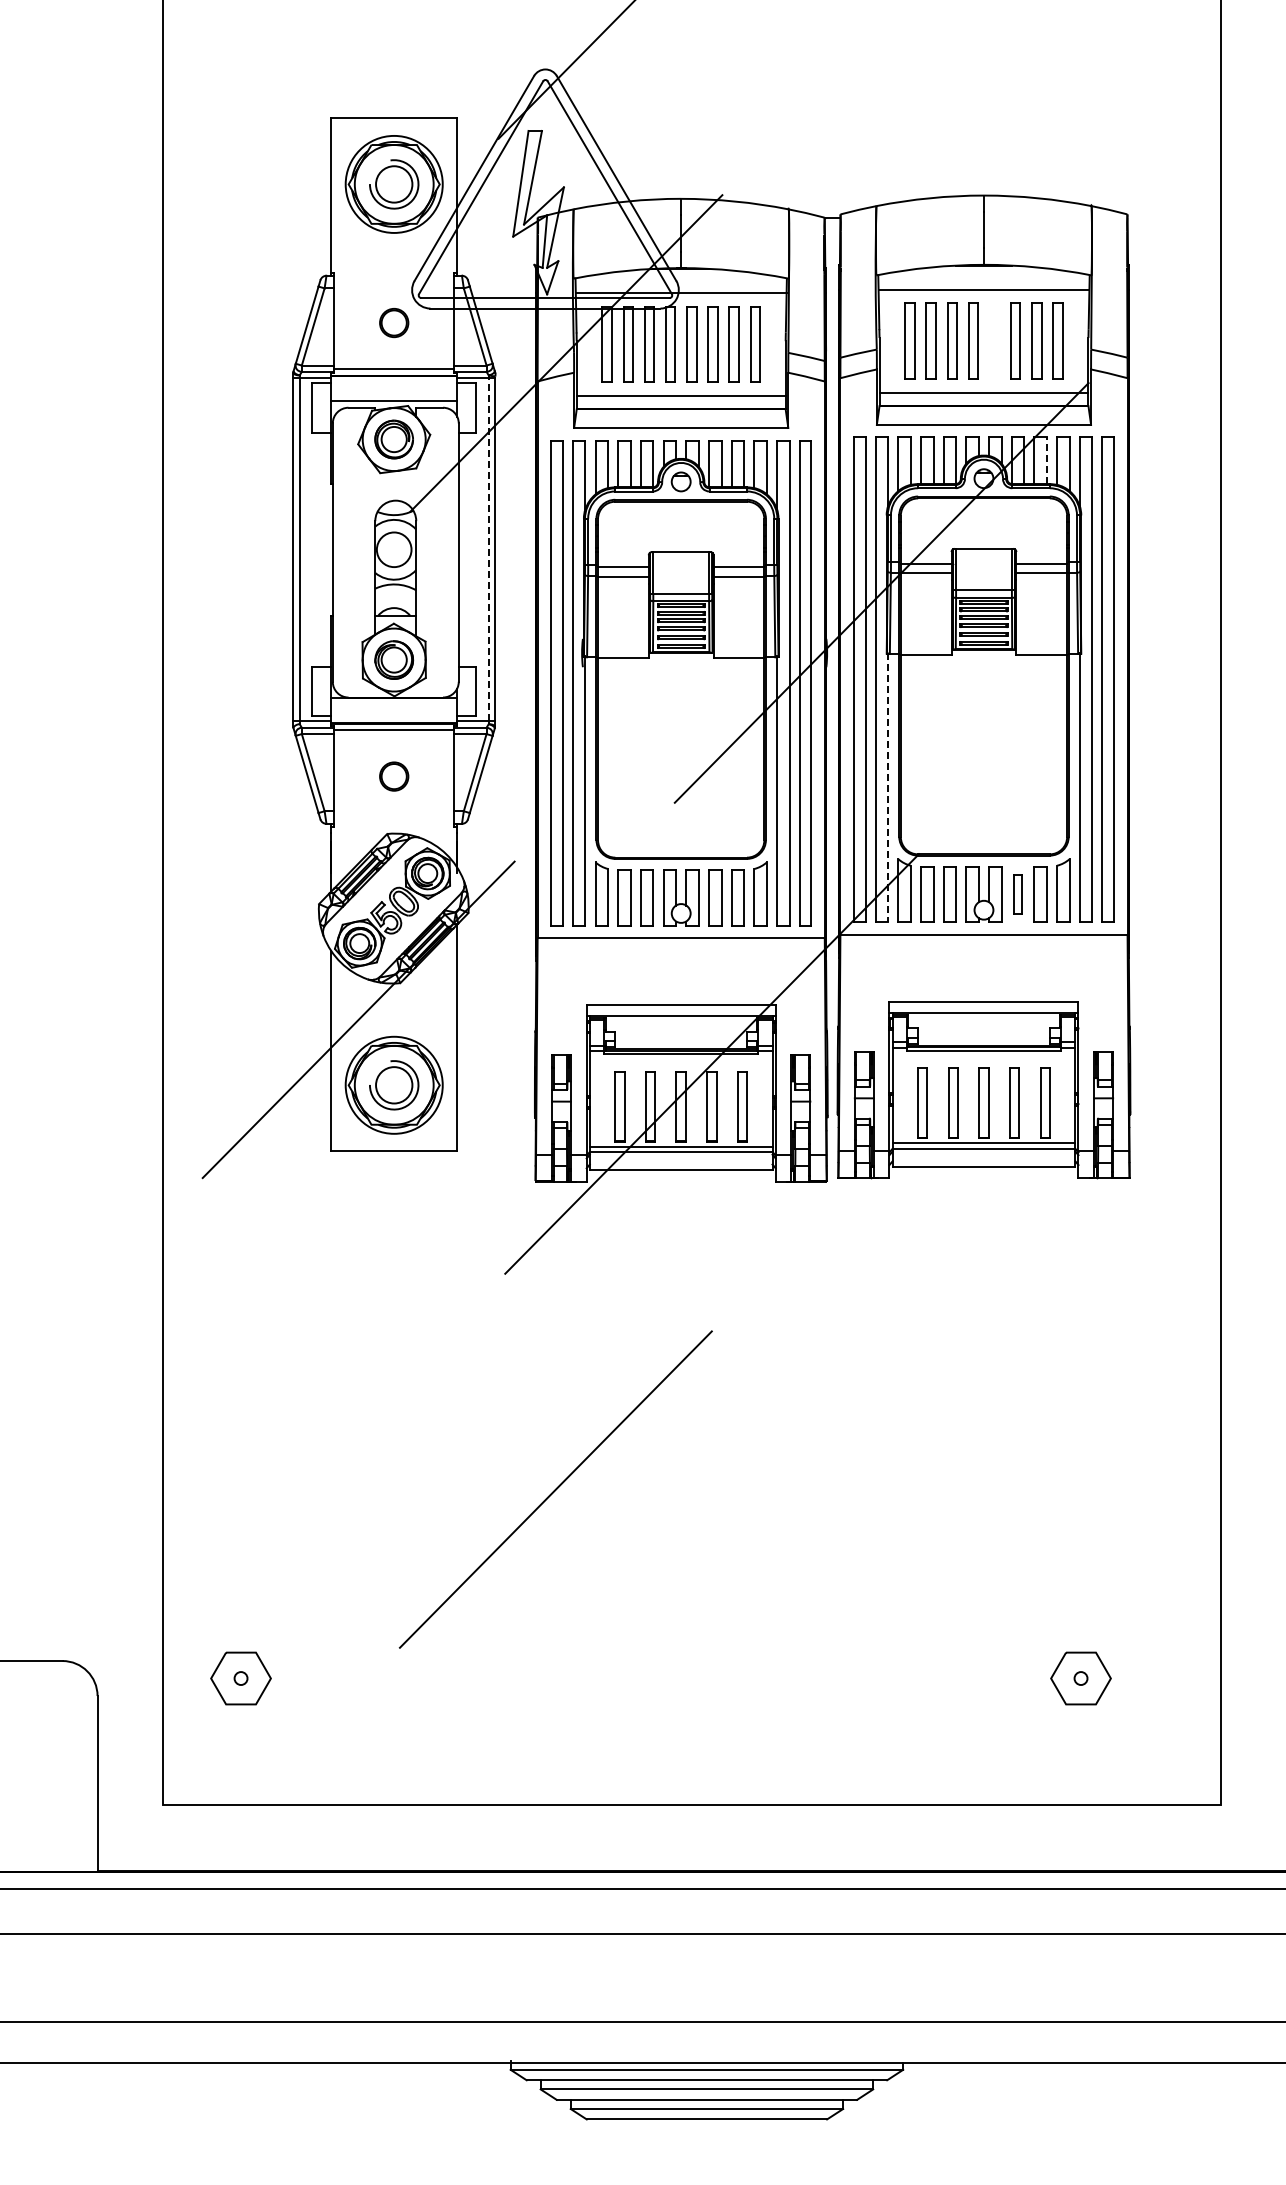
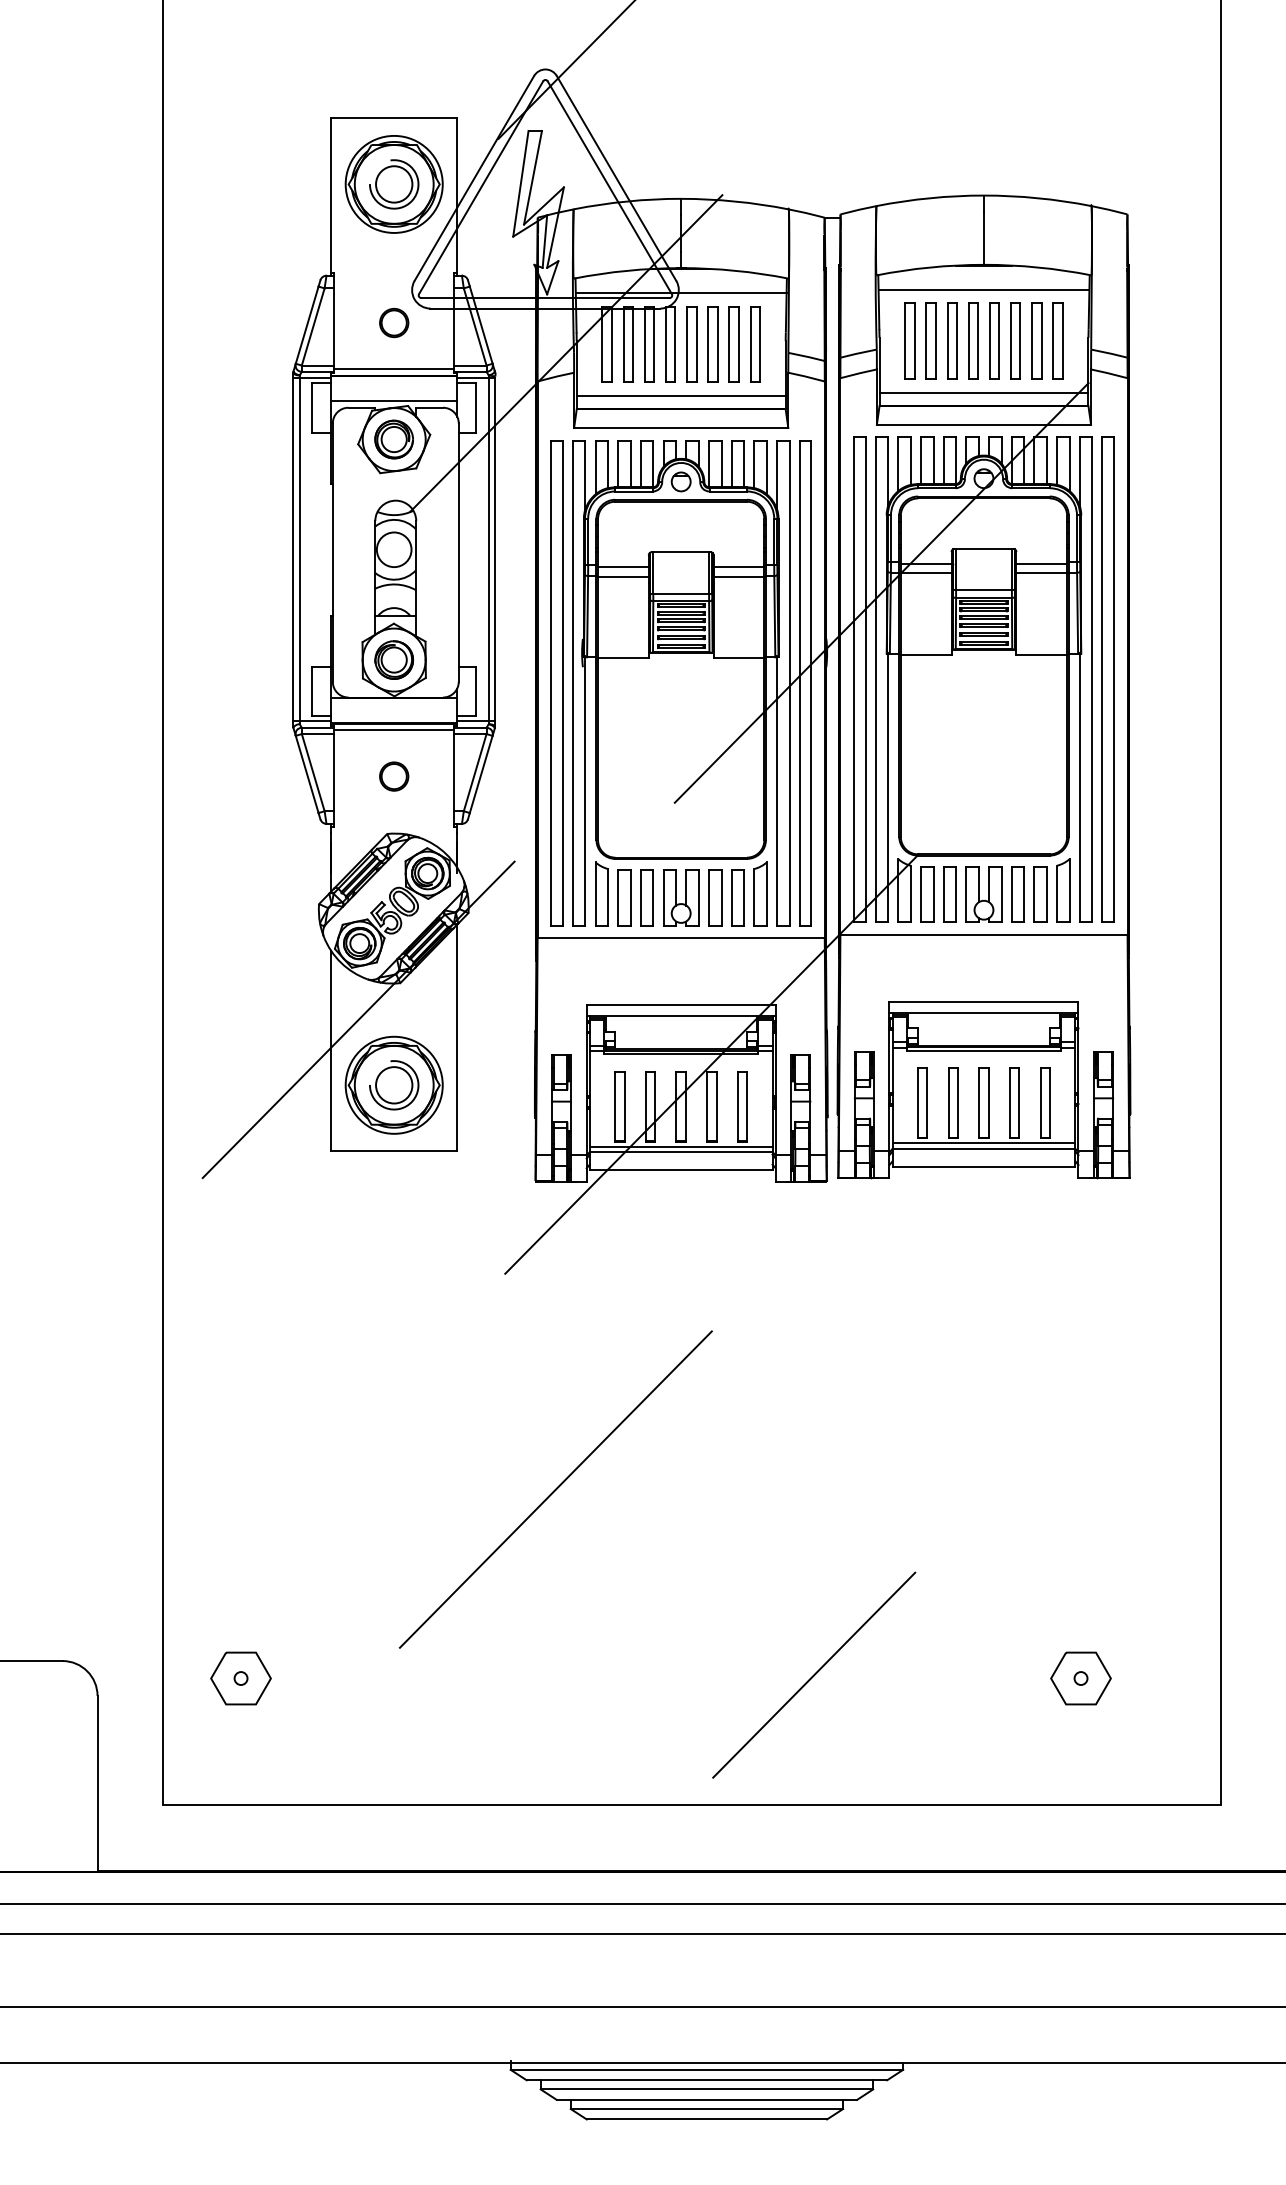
part at (994, 340): none -> present
line at (1046, 460): dashed -> solid
line at (488, 549): dashed -> solid
line at (888, 787): dashed -> solid
part at (1017, 894) size: 10x41 px -> 14x57 px
line at (814, 1674): none -> present
line at (642, 1889) position: (642, 1889) -> (642, 1904)
line at (642, 2021) position: (642, 2021) -> (642, 2006)
